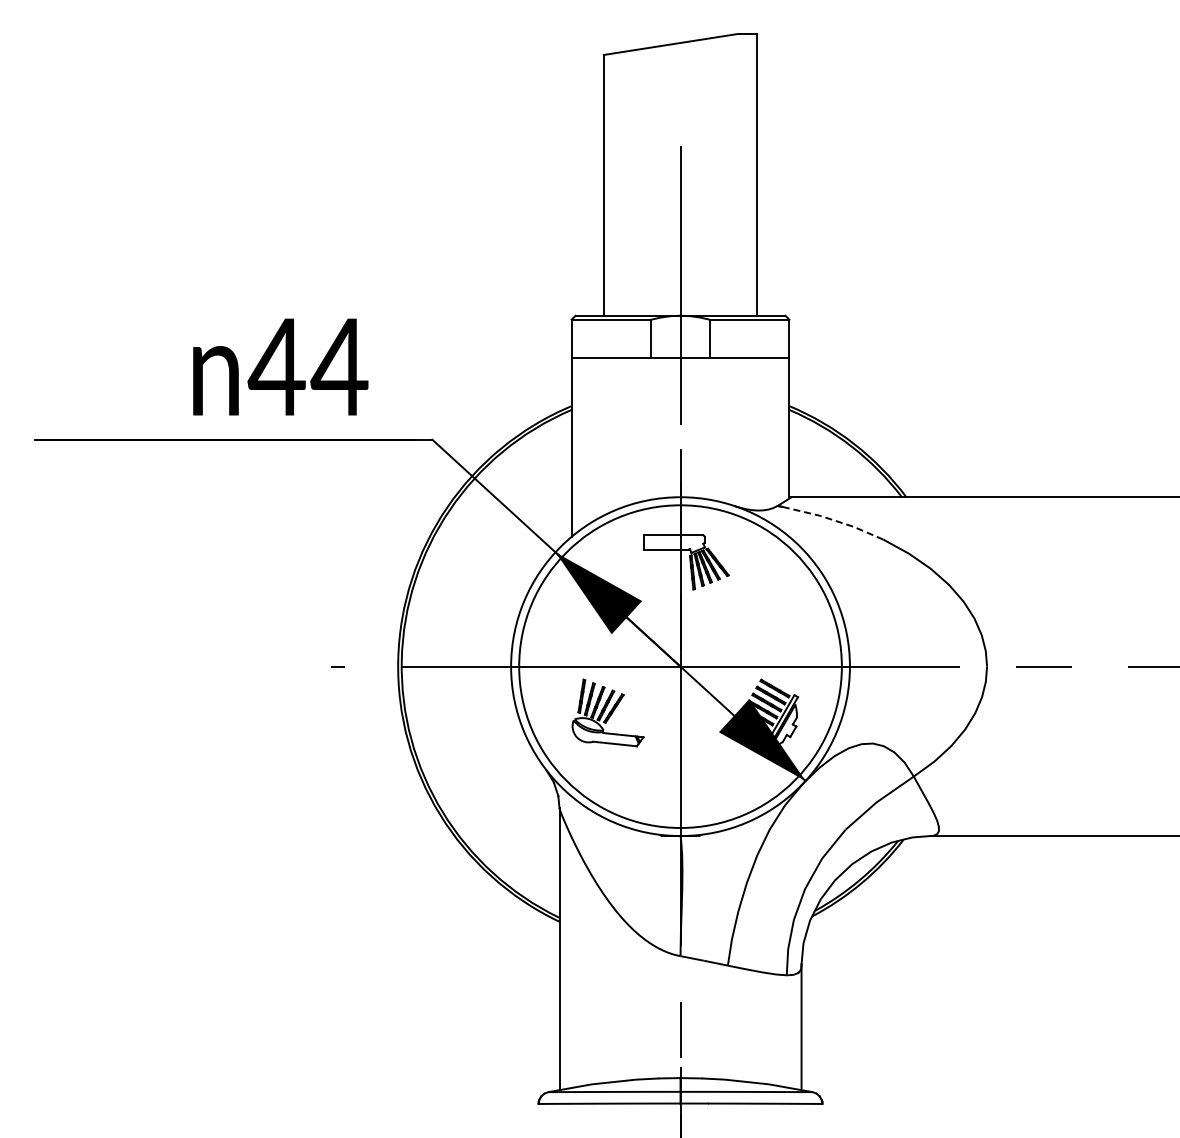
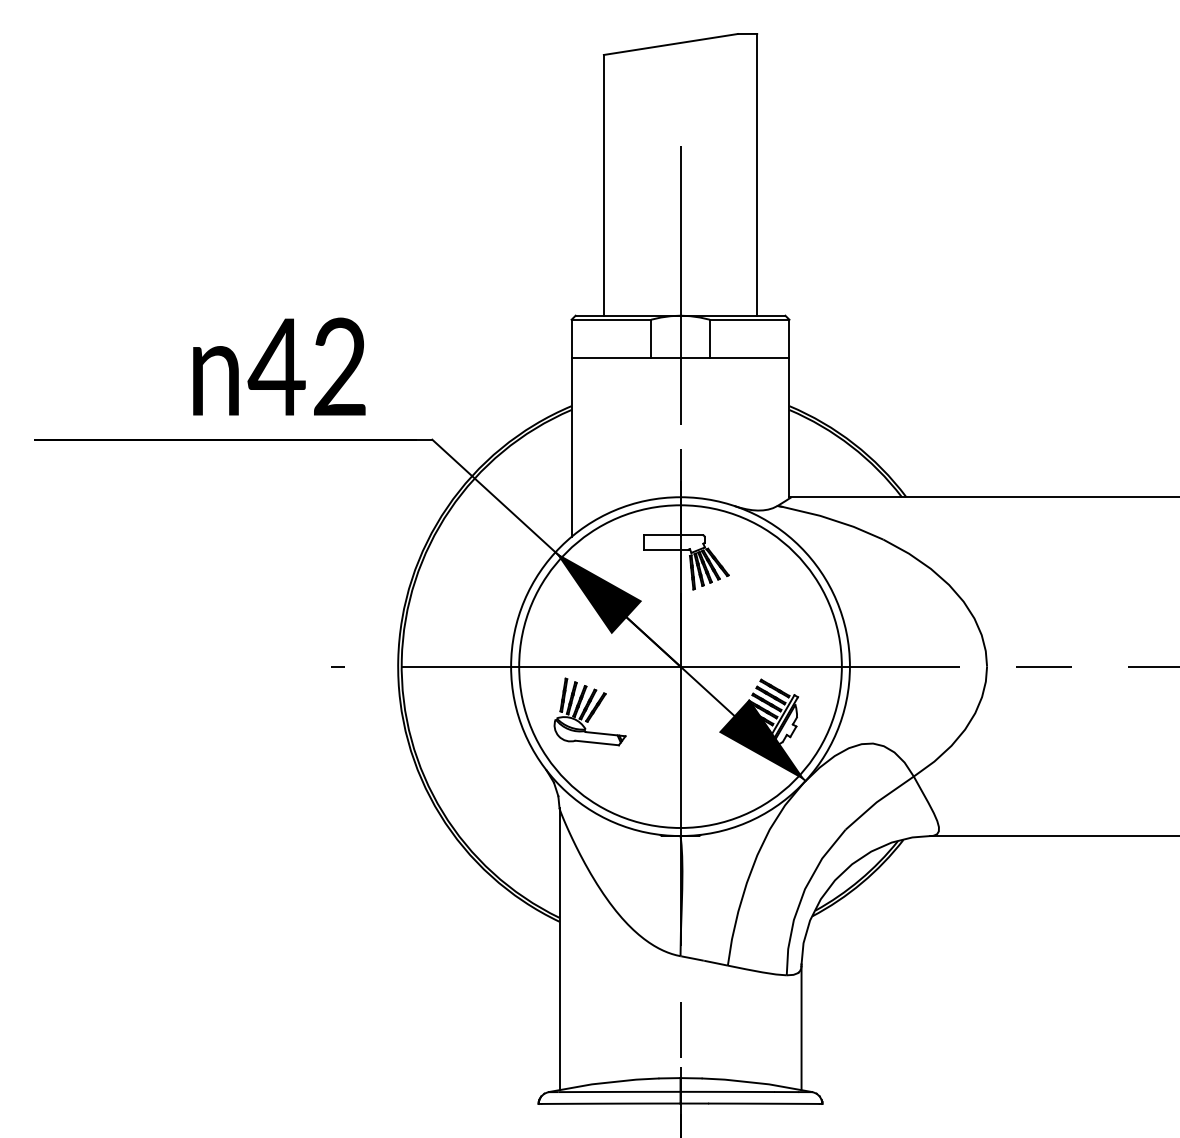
text at (339, 366): 44 -> 42
line at (834, 520): dashed -> solid
part at (607, 712) position: (607, 712) -> (589, 711)
